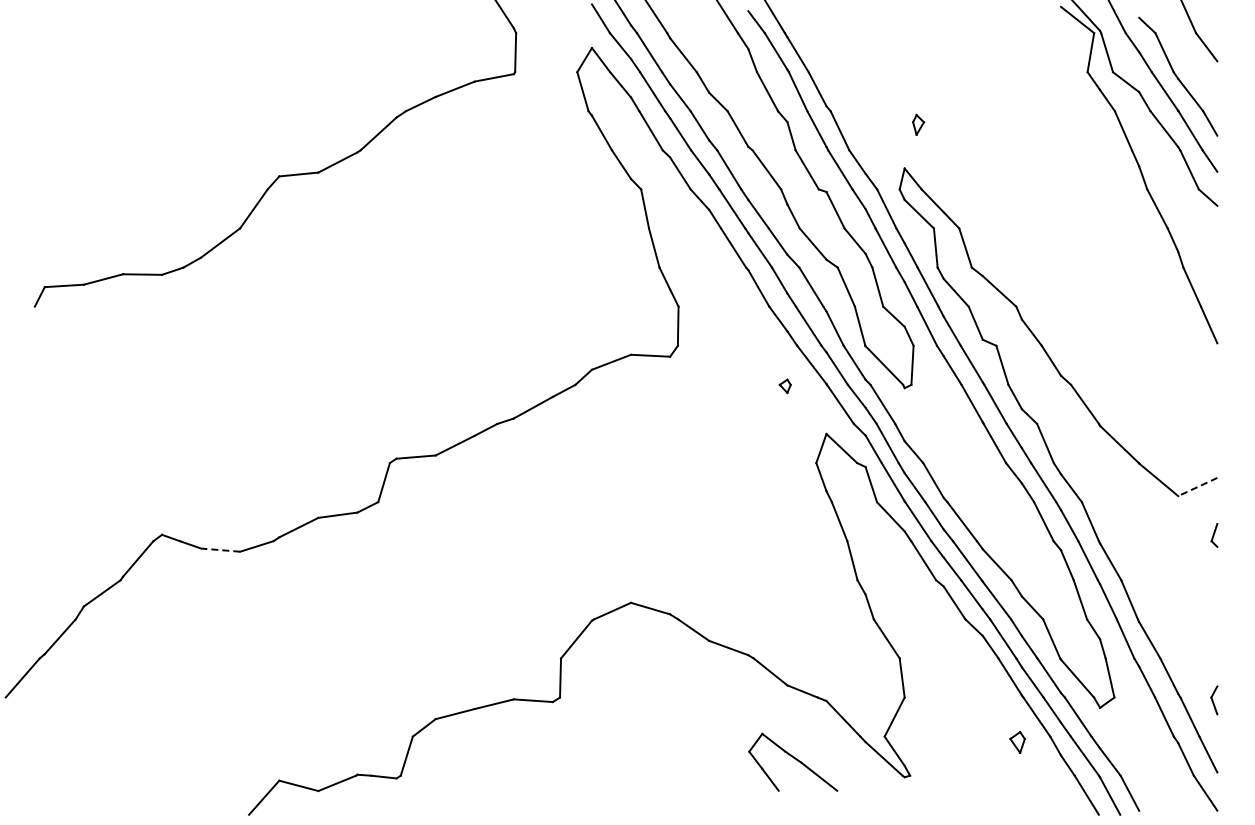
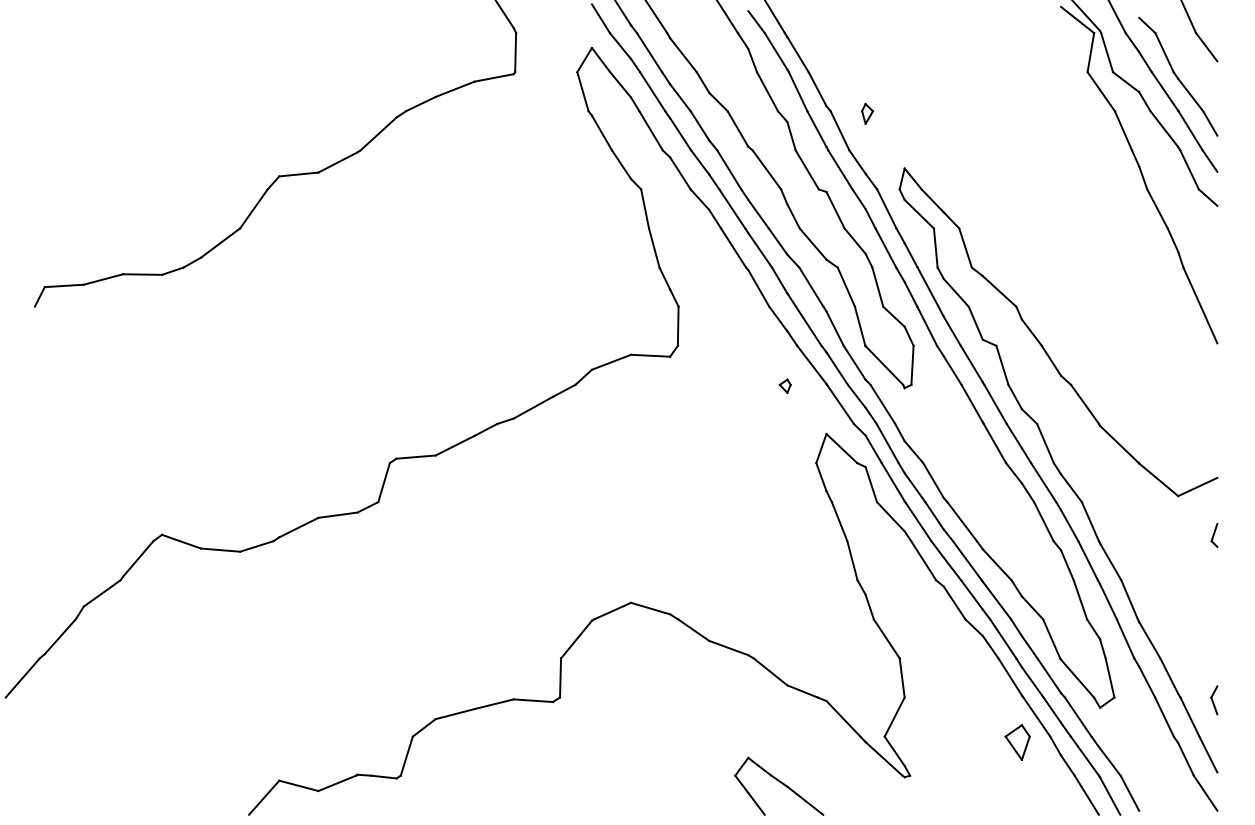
part at (918, 124) position: (918, 124) -> (867, 113)
line at (1197, 487): dashed -> solid
line at (220, 550): dashed -> solid
part at (1017, 742) size: 17x23 px -> 27x37 px
part at (793, 761) position: (793, 761) -> (779, 785)
